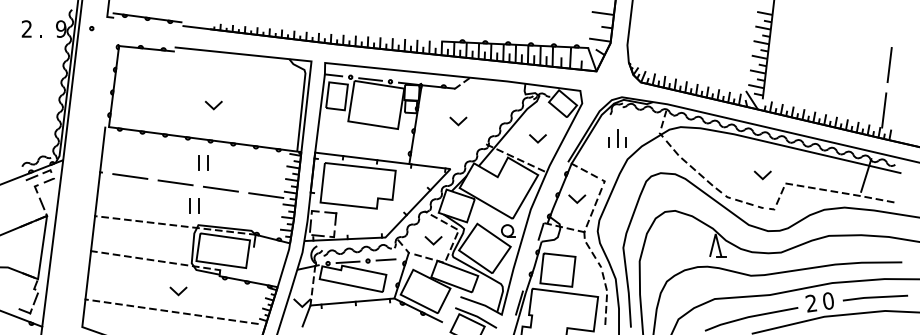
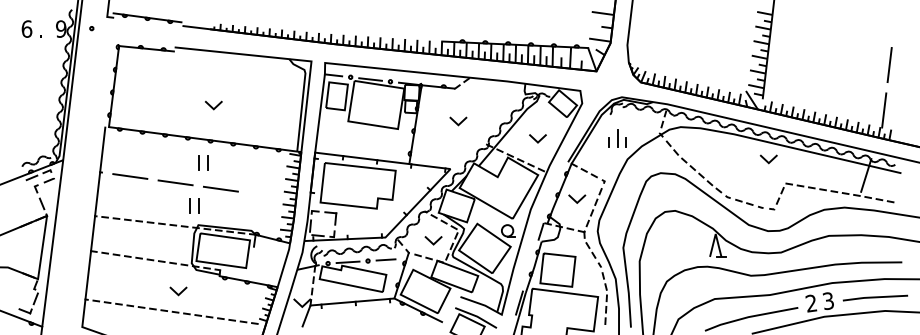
text at (26, 28): 2 -> 6
line at (761, 176) position: (761, 176) -> (767, 160)
line at (266, 195): present -> none
text at (827, 301): 0 -> 3
